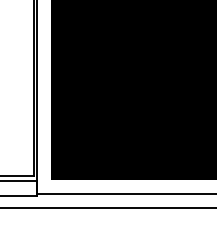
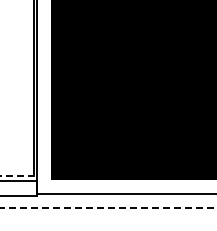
line at (17, 176): solid -> dashed
line at (108, 207): solid -> dashed
